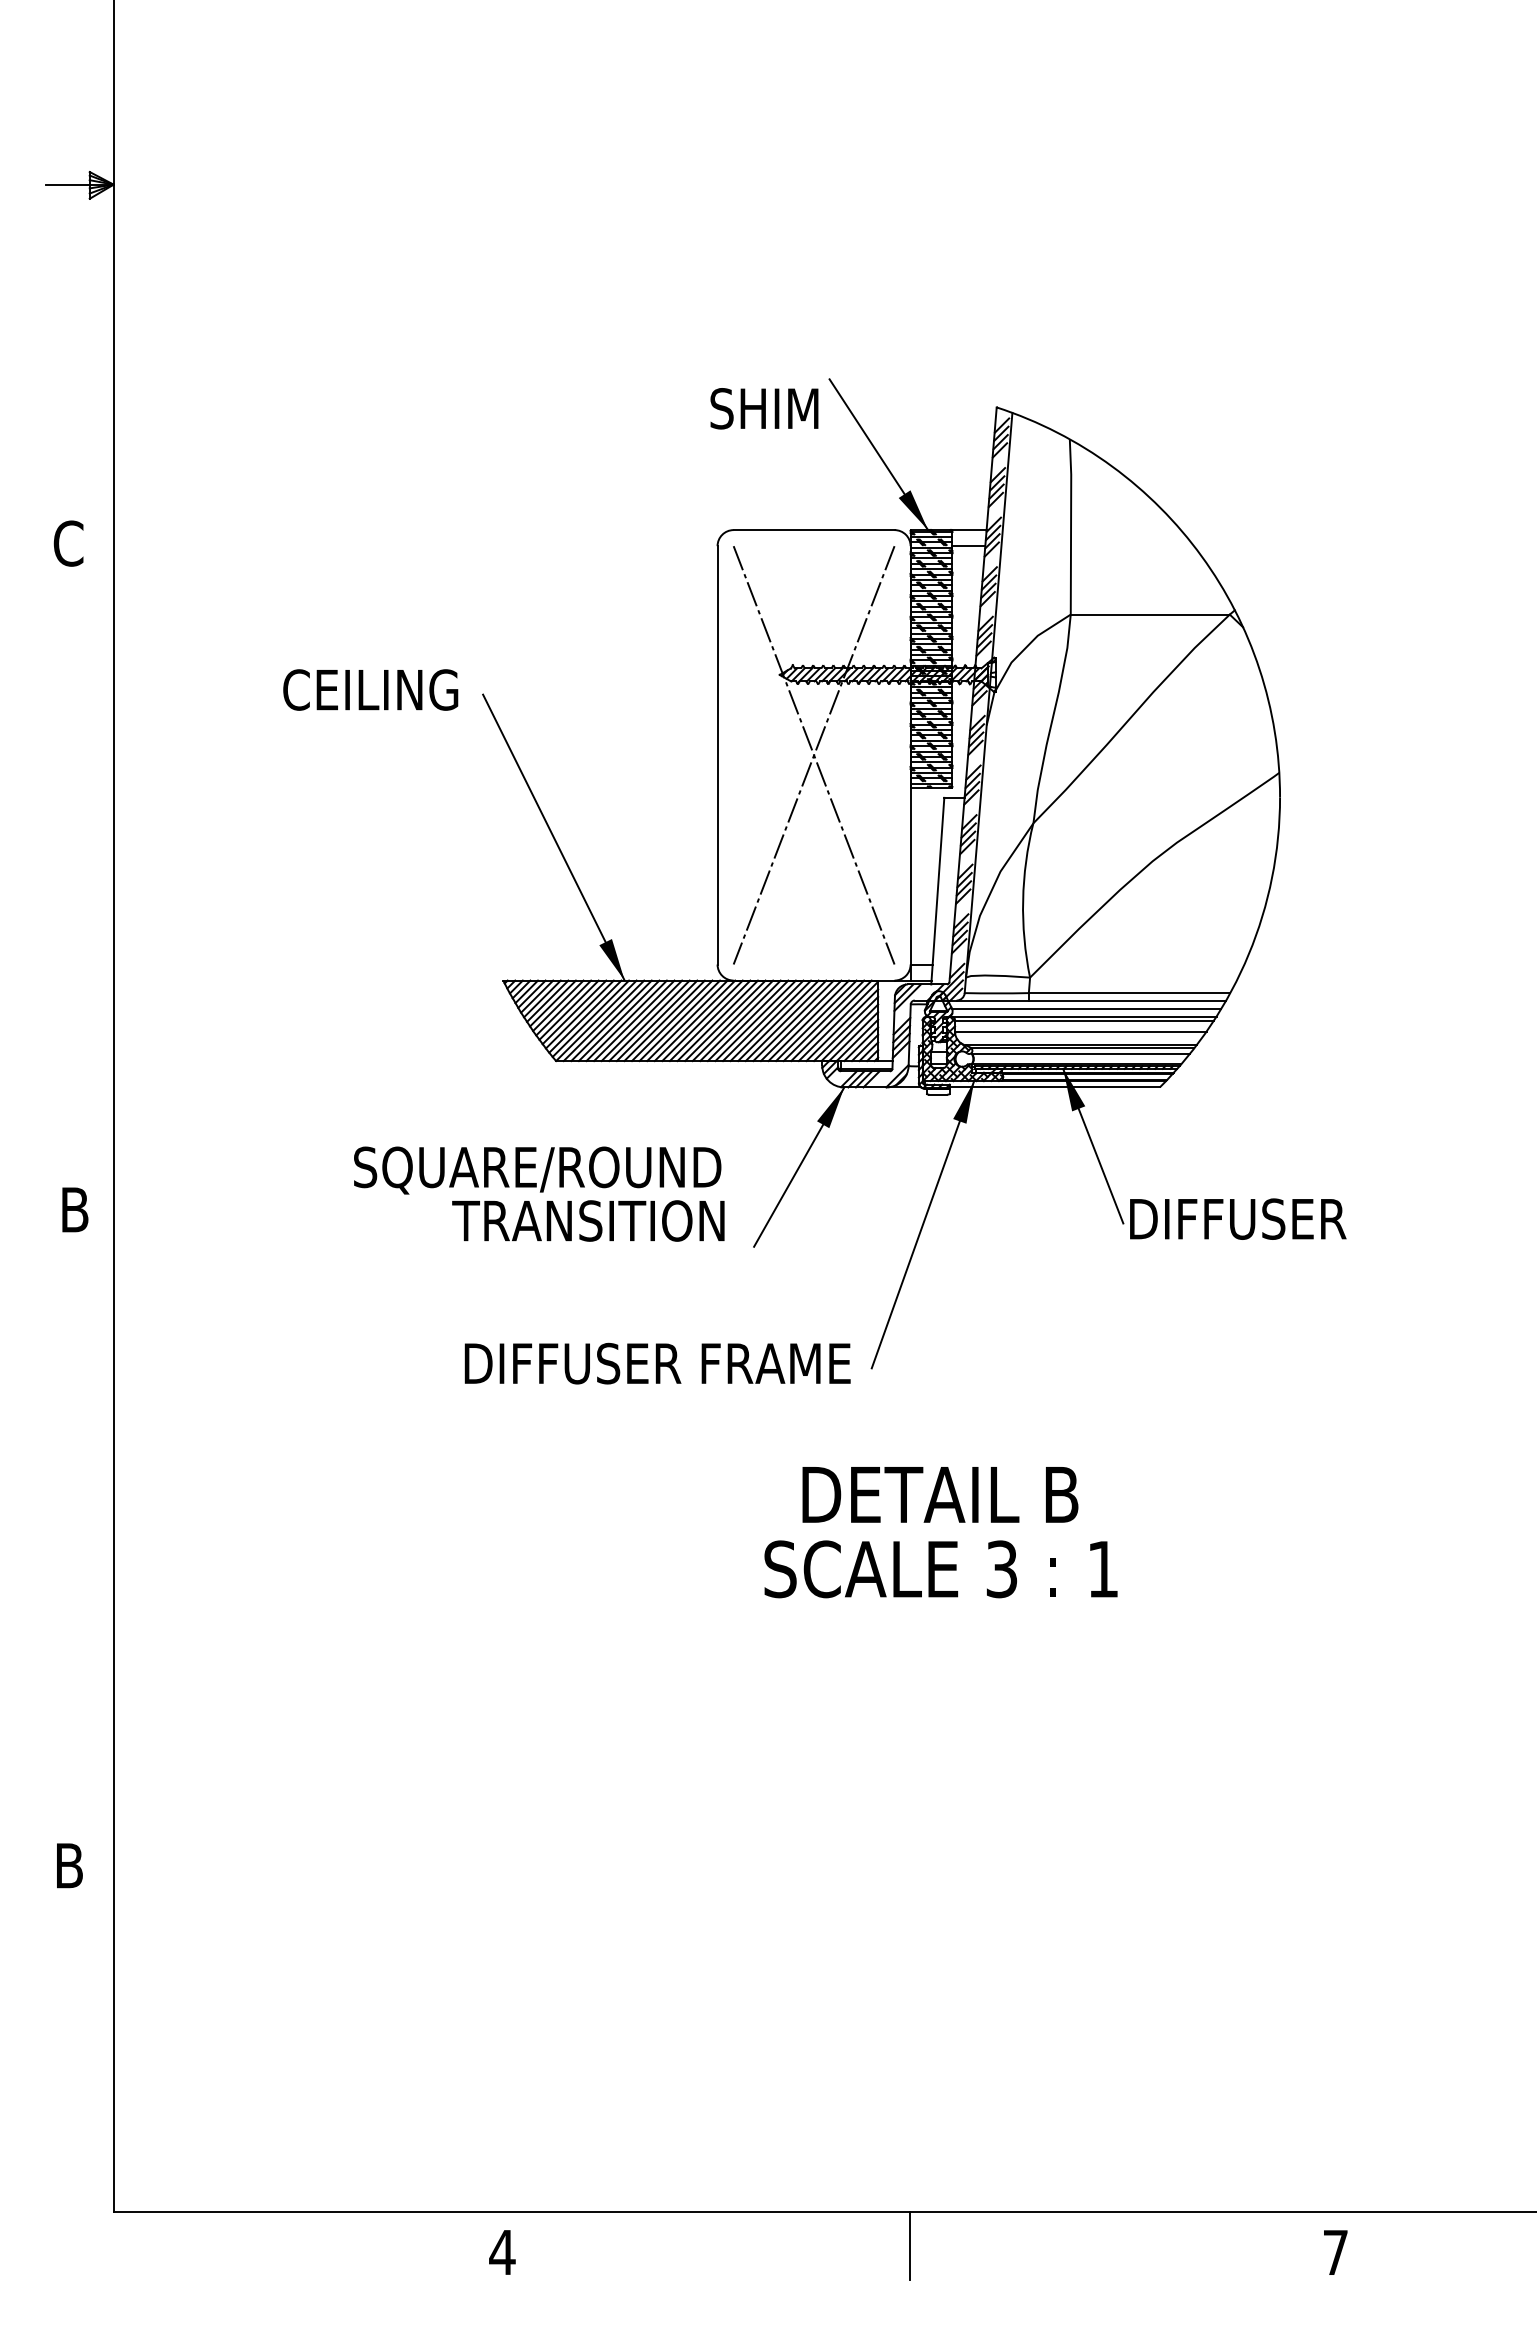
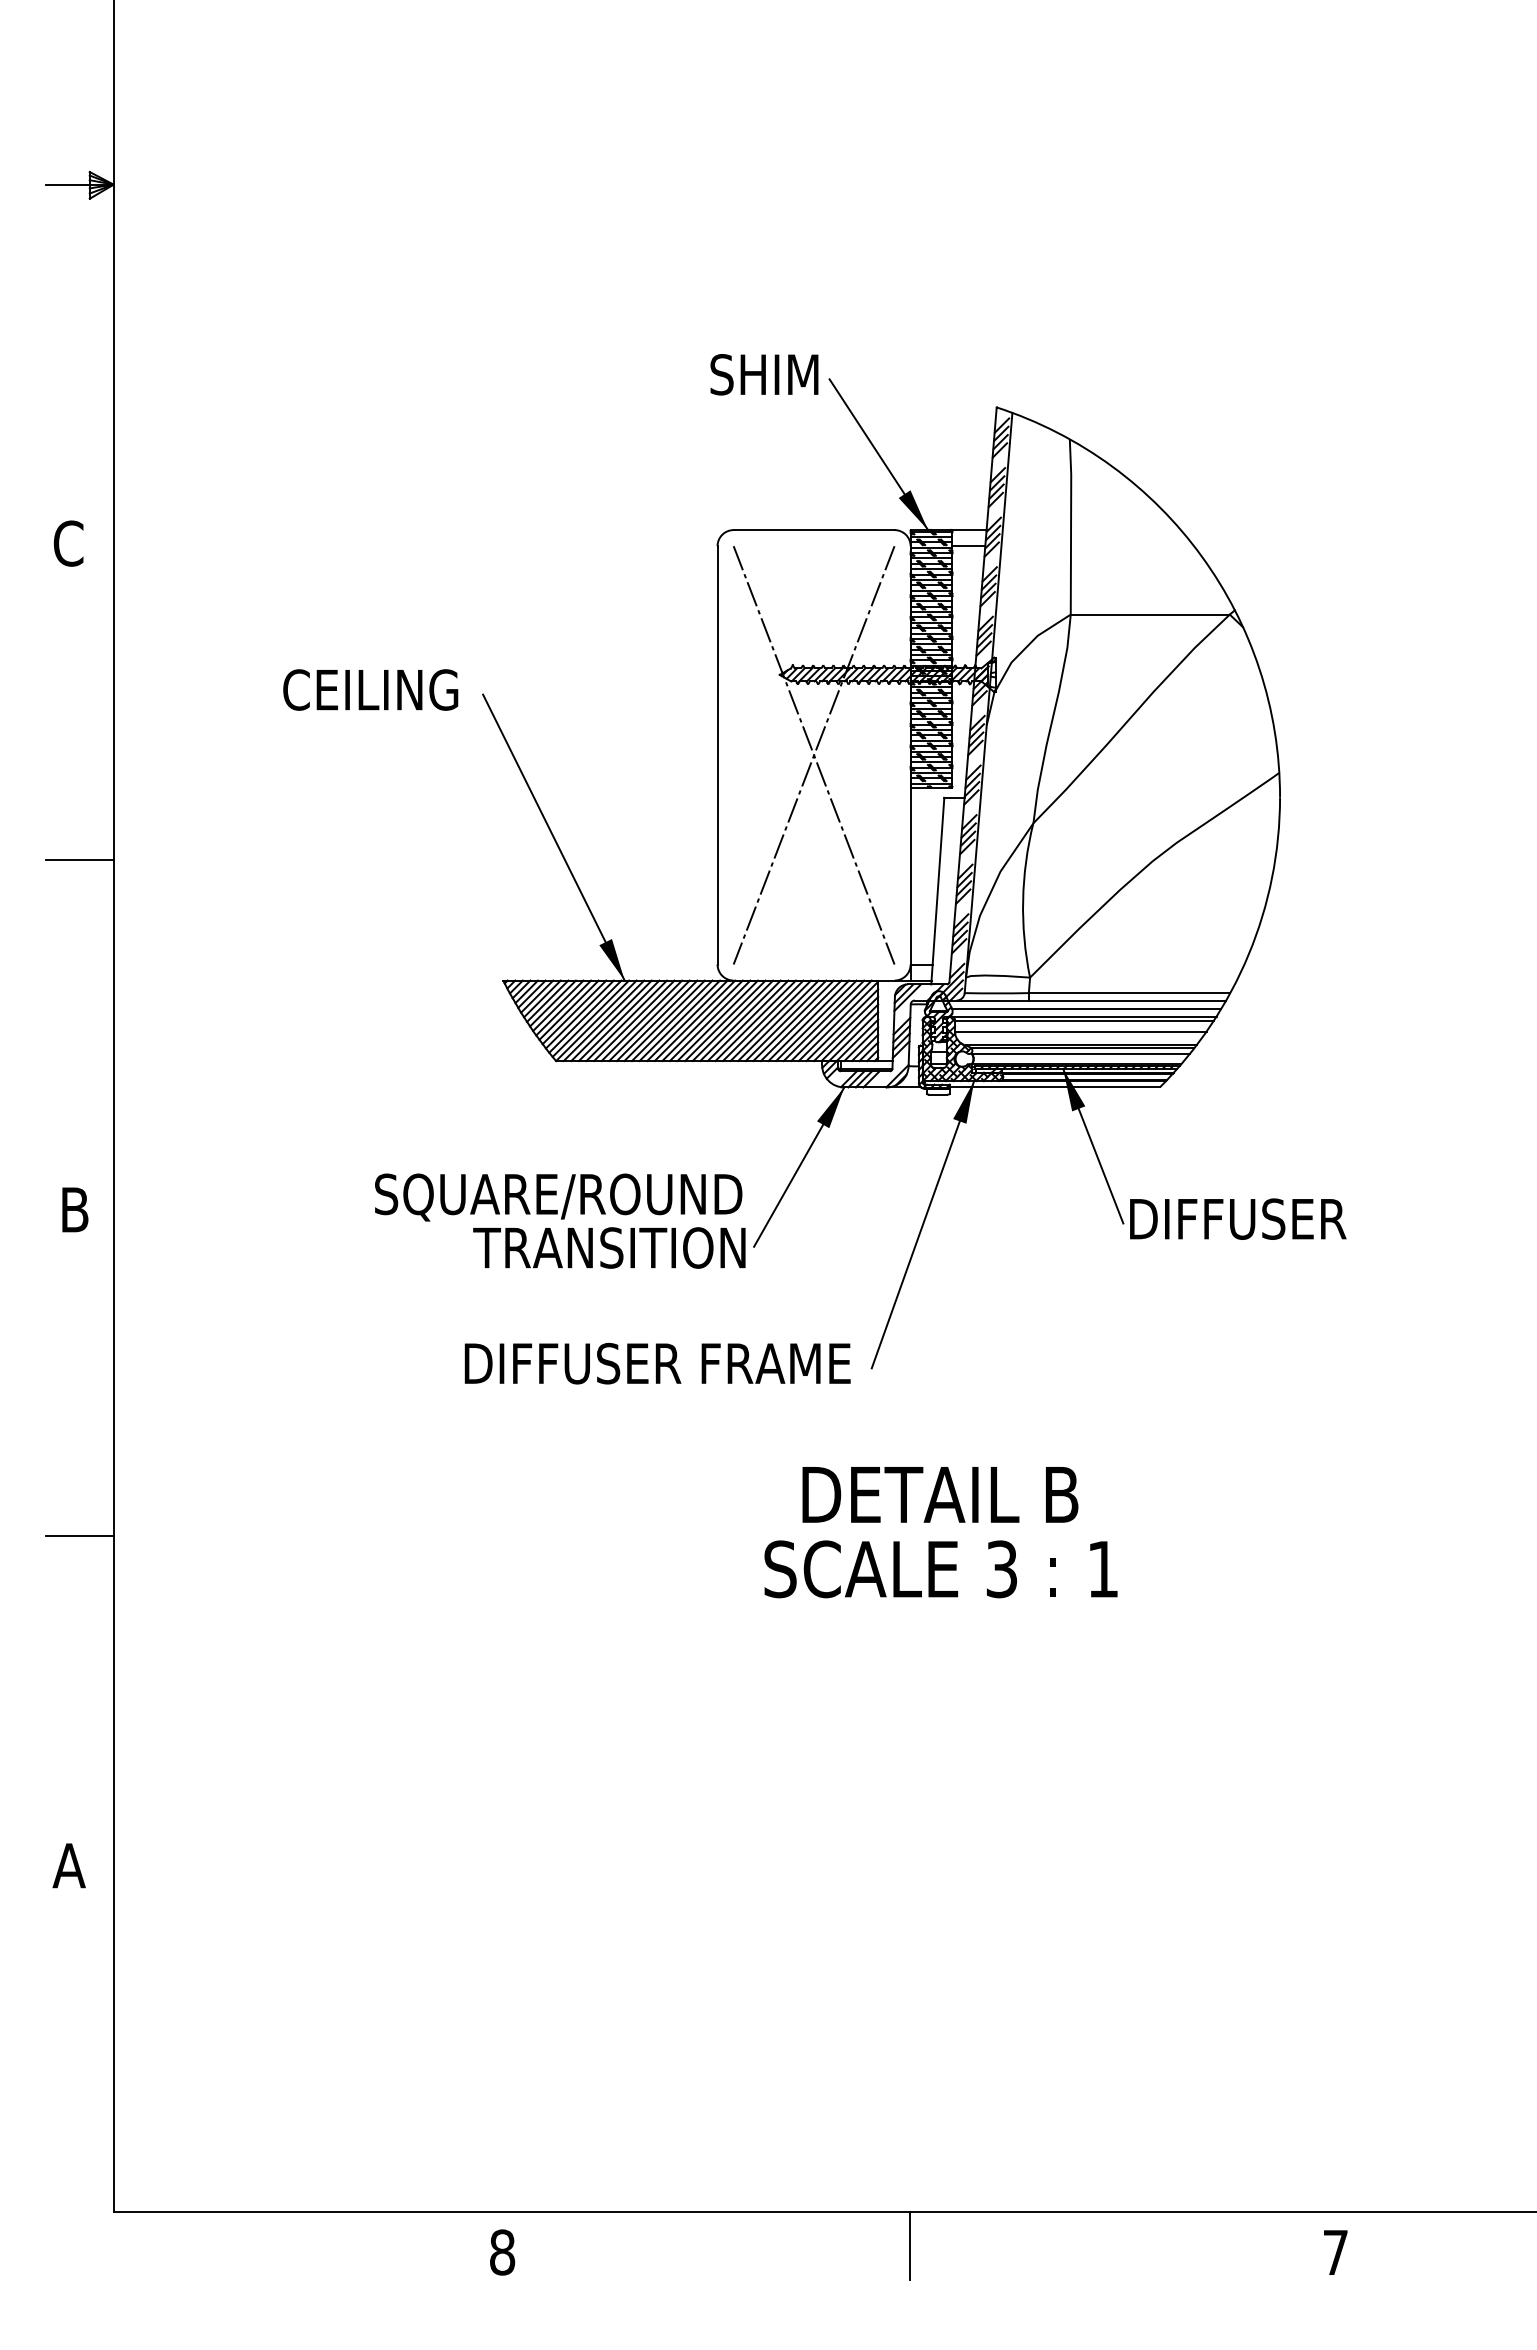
text at (764, 408) position: (764, 408) -> (764, 374)
line at (79, 860): none -> present
text at (539, 1193) position: (539, 1193) -> (560, 1220)
line at (79, 1536): none -> present
text at (68, 1865): B -> A
text at (502, 2252): 4 -> 8
